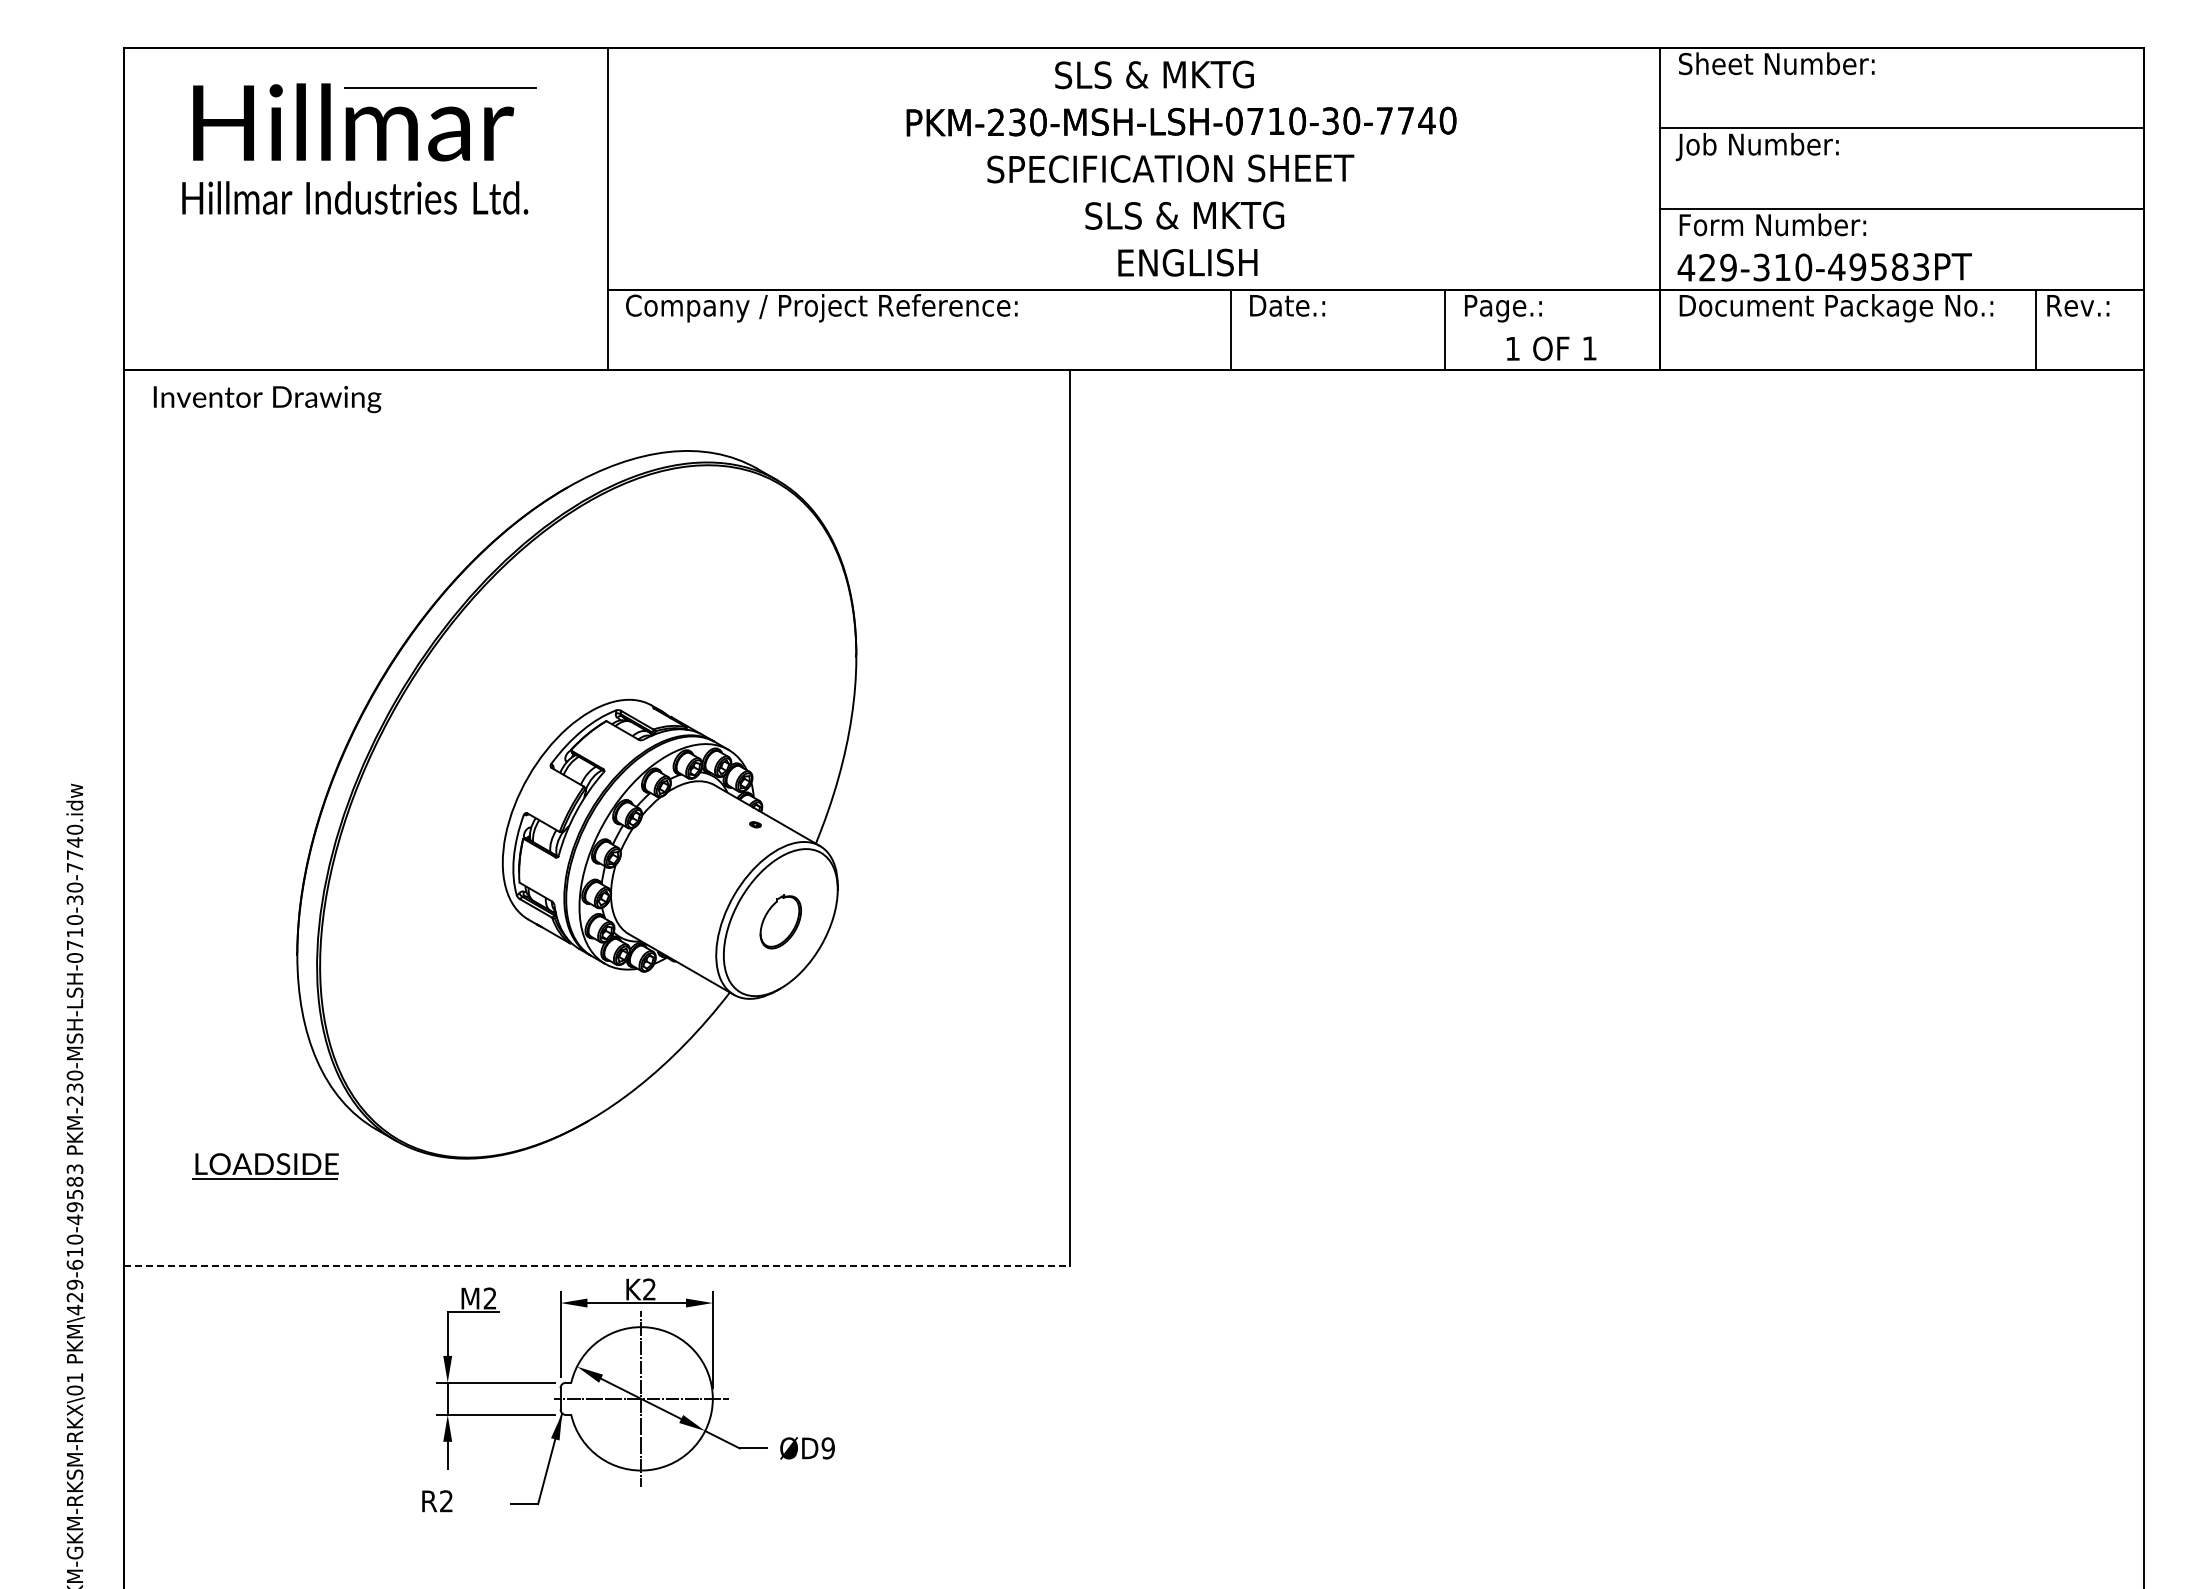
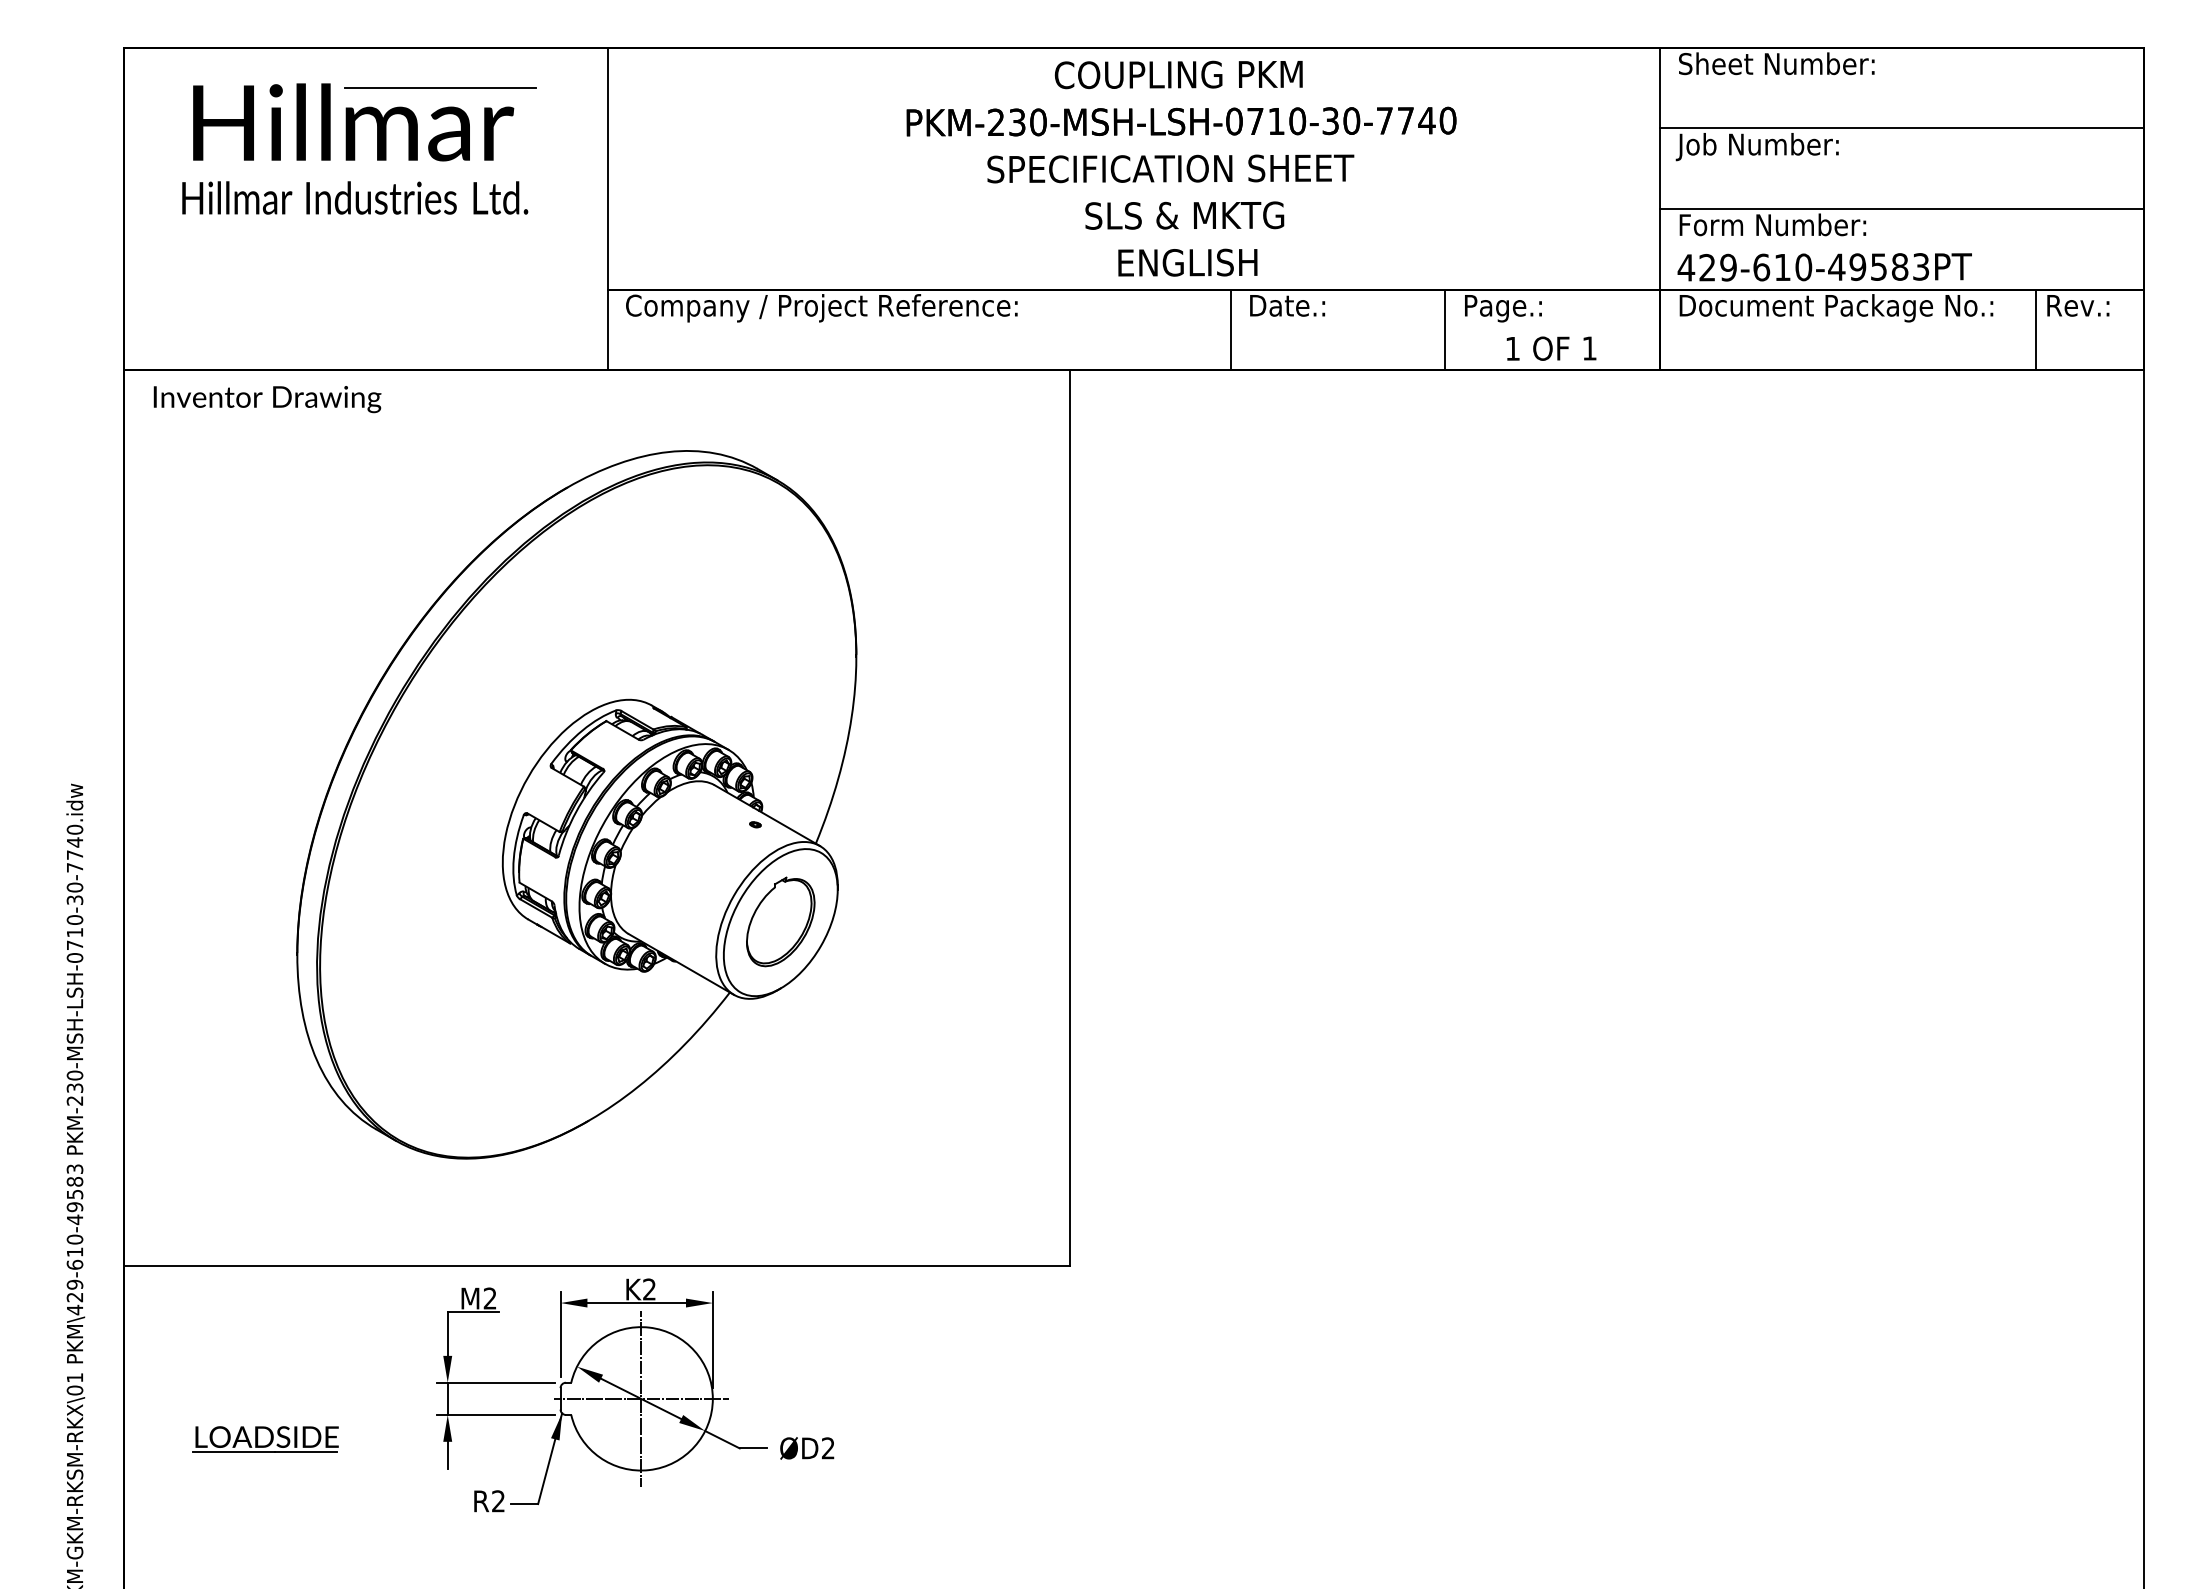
text at (1178, 74): SLS & MKTG -> COUPLING PKM
text at (1761, 267): 429-310-49583PT -> 429-610-49583PT
part at (780, 921) size: 44x56 px -> 70x92 px
part at (265, 1166) position: (265, 1166) -> (265, 1439)
line at (597, 1266): dashed -> solid
text at (827, 1448): ØD9 -> ØD2
text at (437, 1501) position: (437, 1501) -> (489, 1501)
